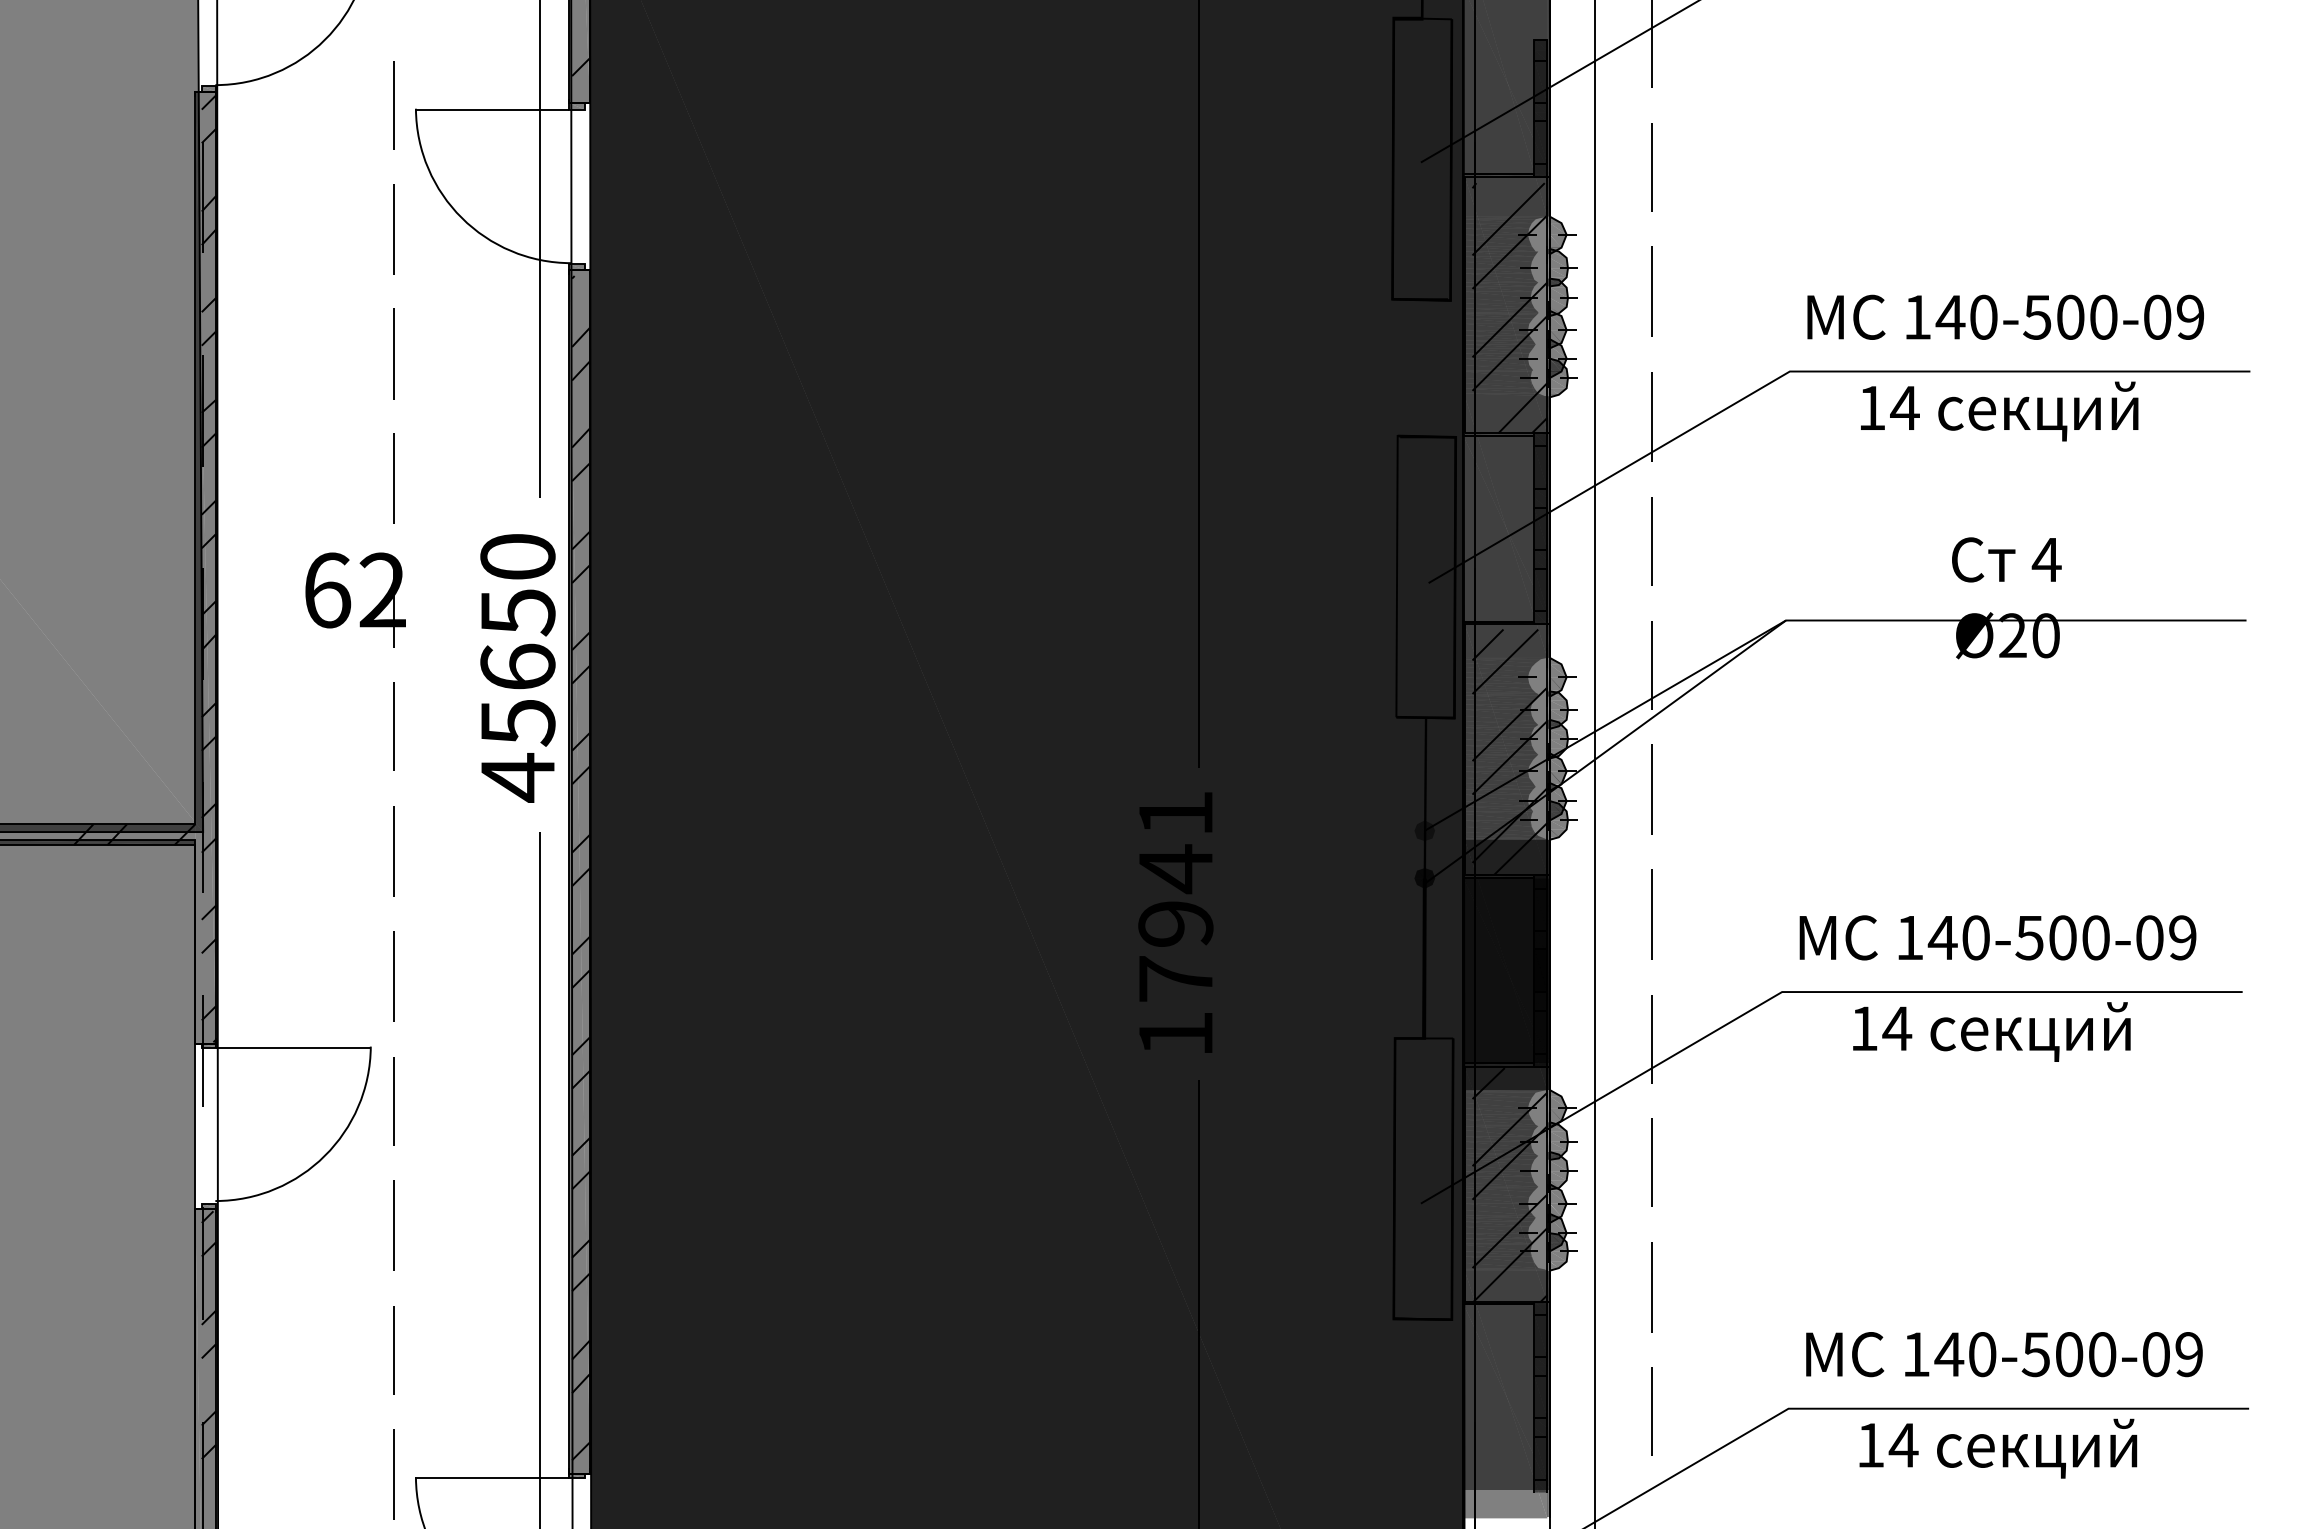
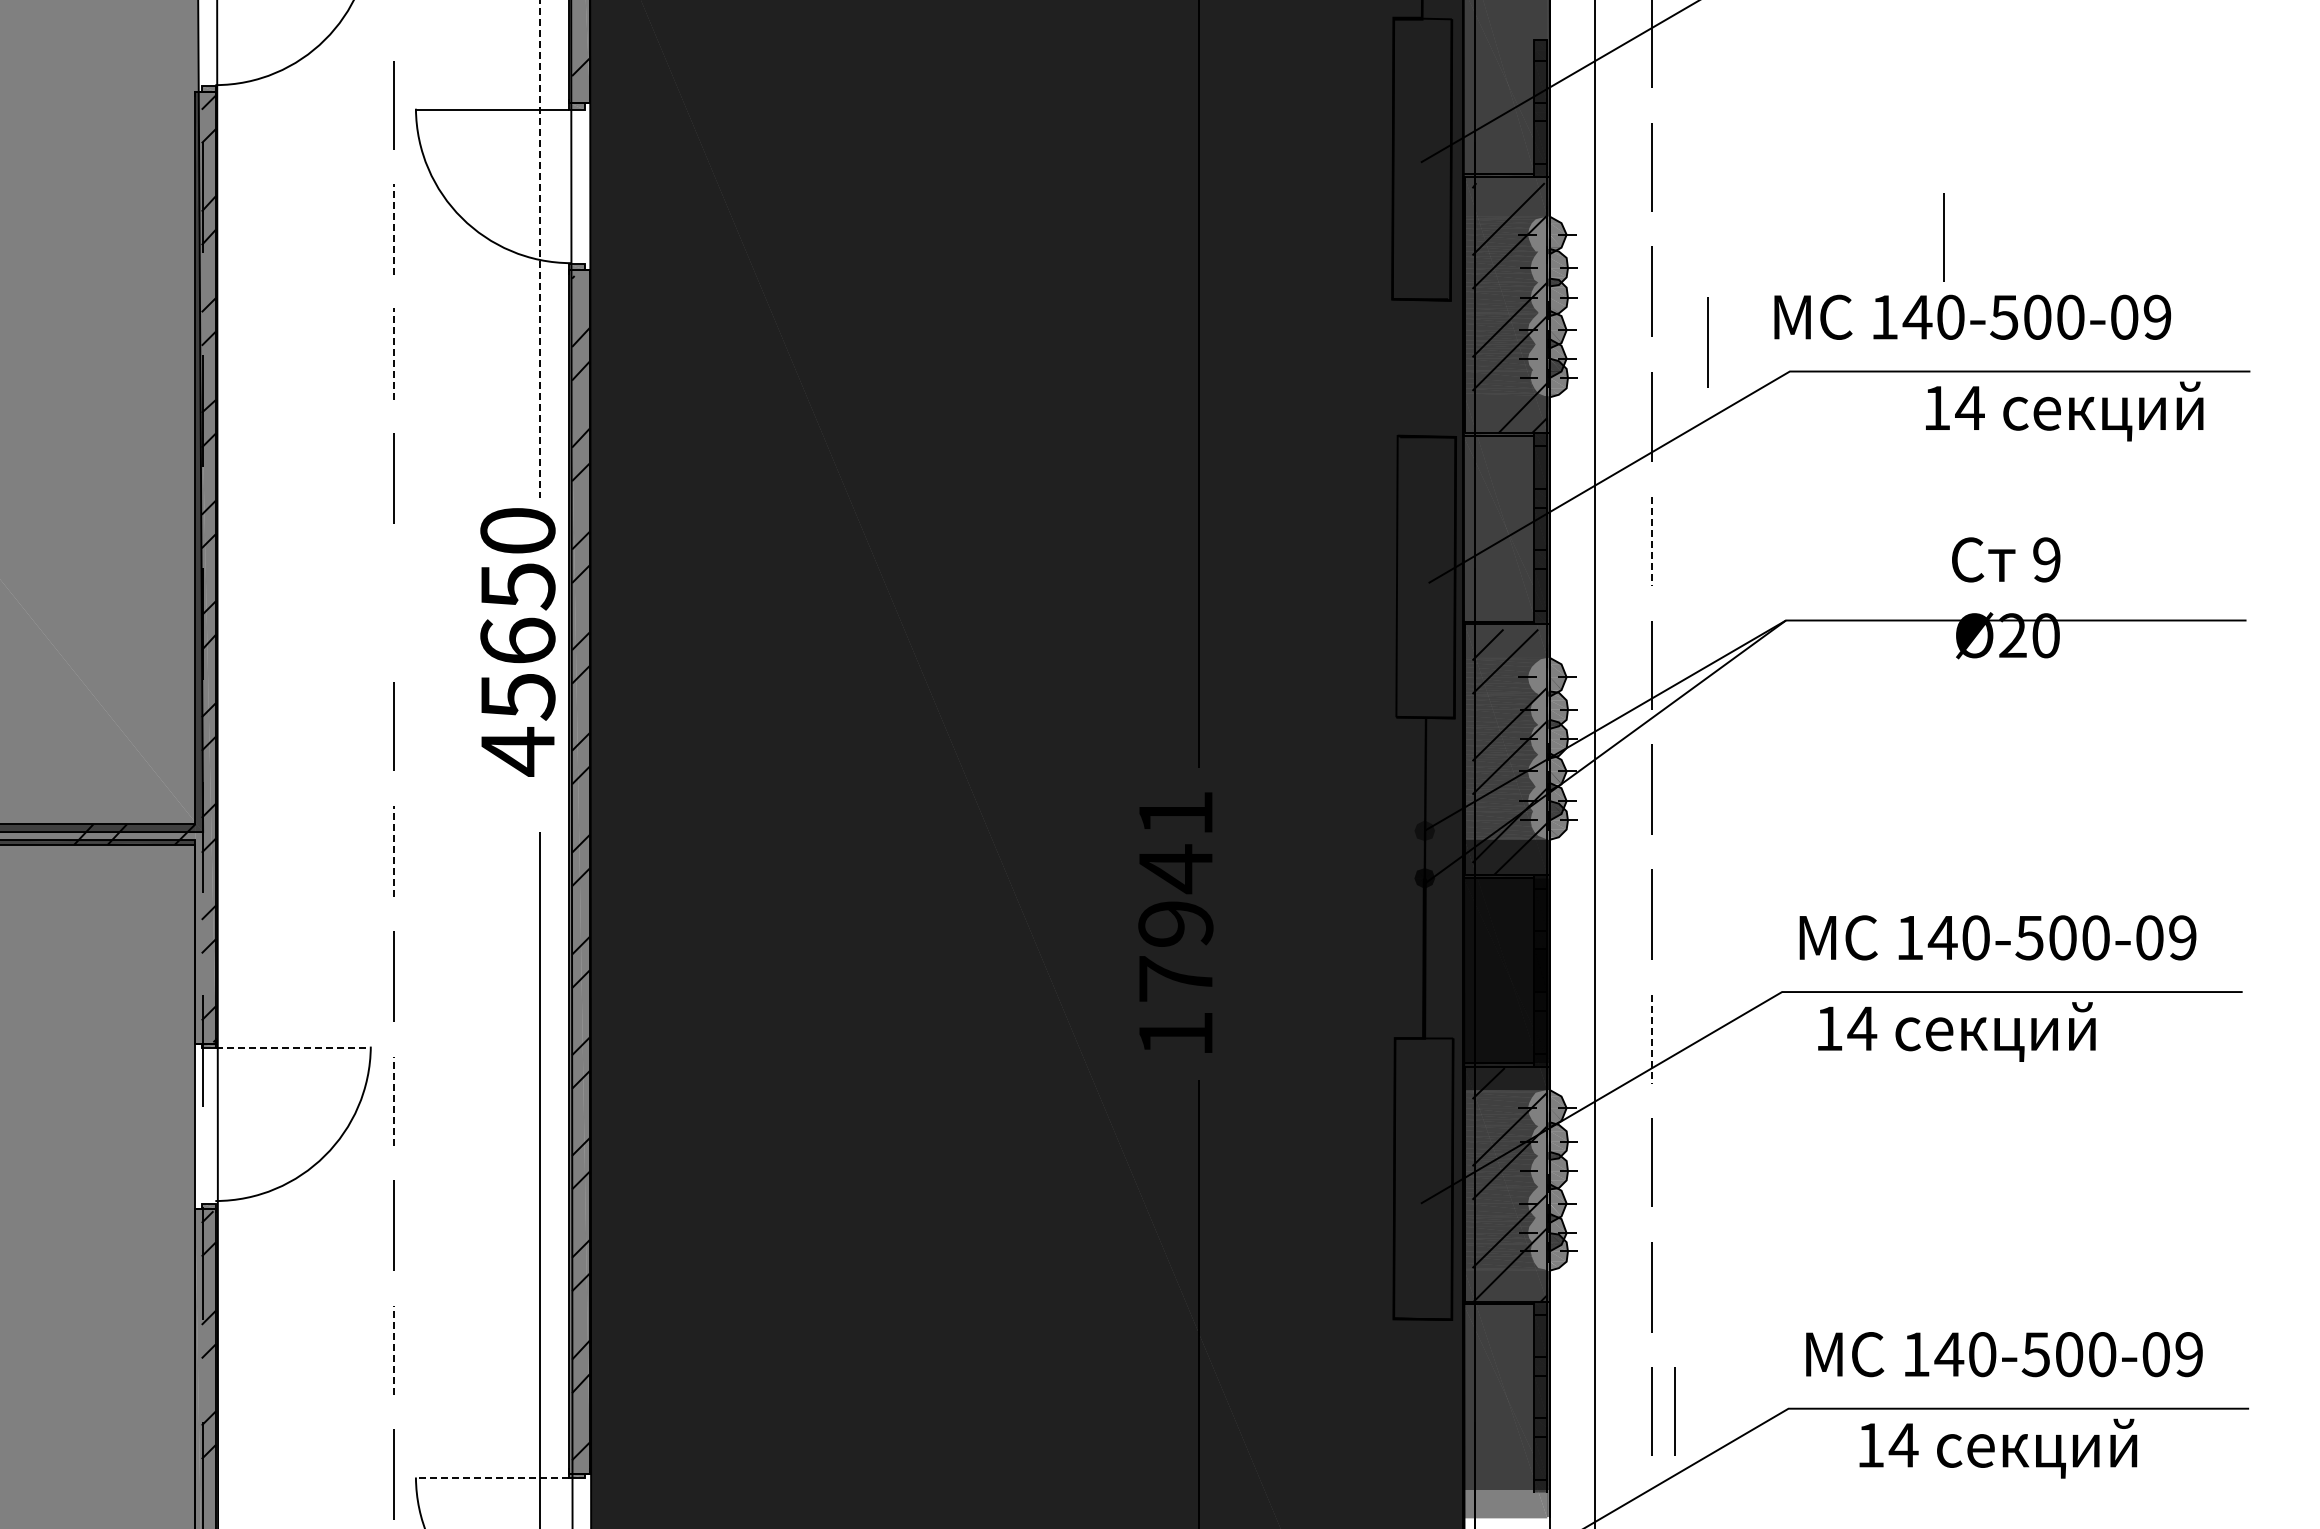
line at (394, 229): solid -> dashed
line at (1943, 237): none -> present
line at (539, 249): solid -> dashed
text at (2005, 316) position: (2005, 316) -> (1972, 316)
line at (1707, 342): none -> present
line at (394, 354): solid -> dashed
text at (1999, 411) position: (1999, 411) -> (2064, 411)
line at (1651, 541): solid -> dashed
text at (2046, 559): 4 -> 9
part at (355, 599): present -> none
text at (517, 668) position: (517, 668) -> (517, 642)
line at (394, 850): solid -> dashed
text at (1991, 1031) position: (1991, 1031) -> (1956, 1031)
line at (1651, 1039): solid -> dashed
line at (293, 1047): solid -> dashed
line at (394, 1101): solid -> dashed
line at (394, 1350): solid -> dashed
line at (1674, 1411): none -> present
line at (491, 1478): solid -> dashed
